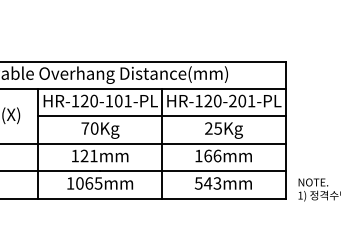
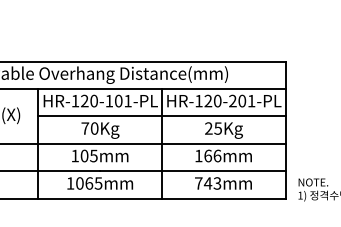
text at (88, 155): 121mm -> 105mm
text at (198, 183): 543mm -> 743mm
